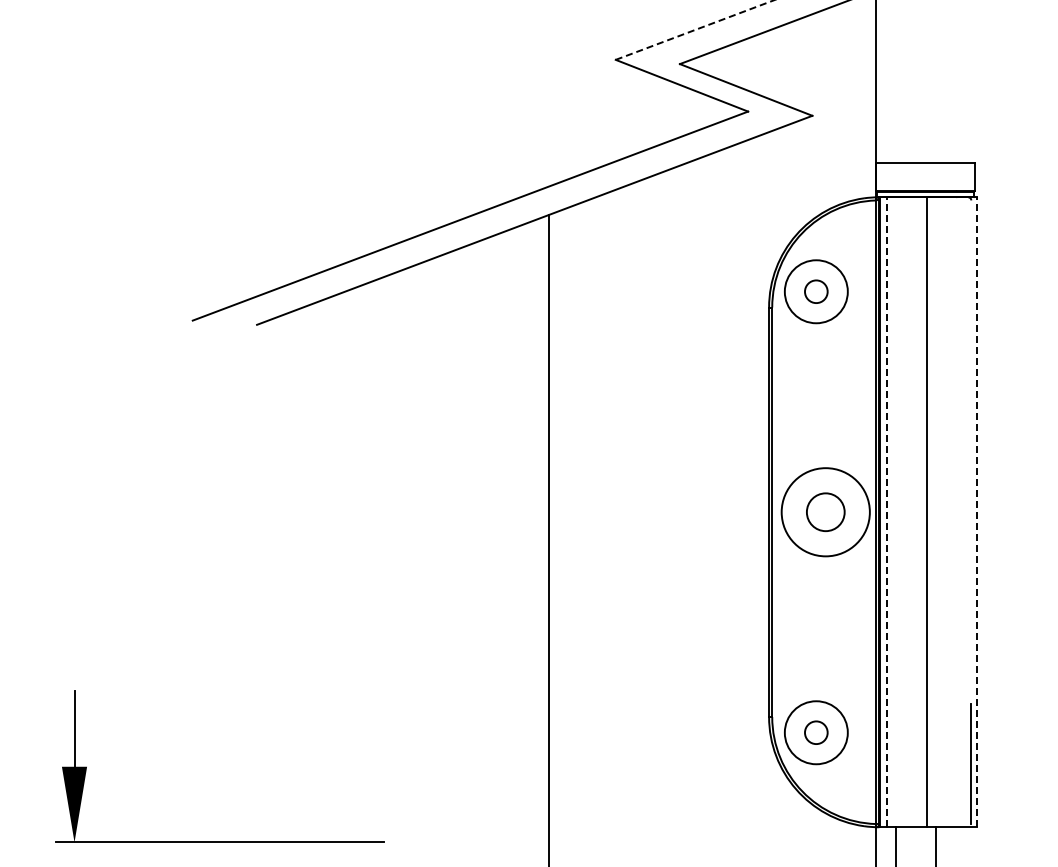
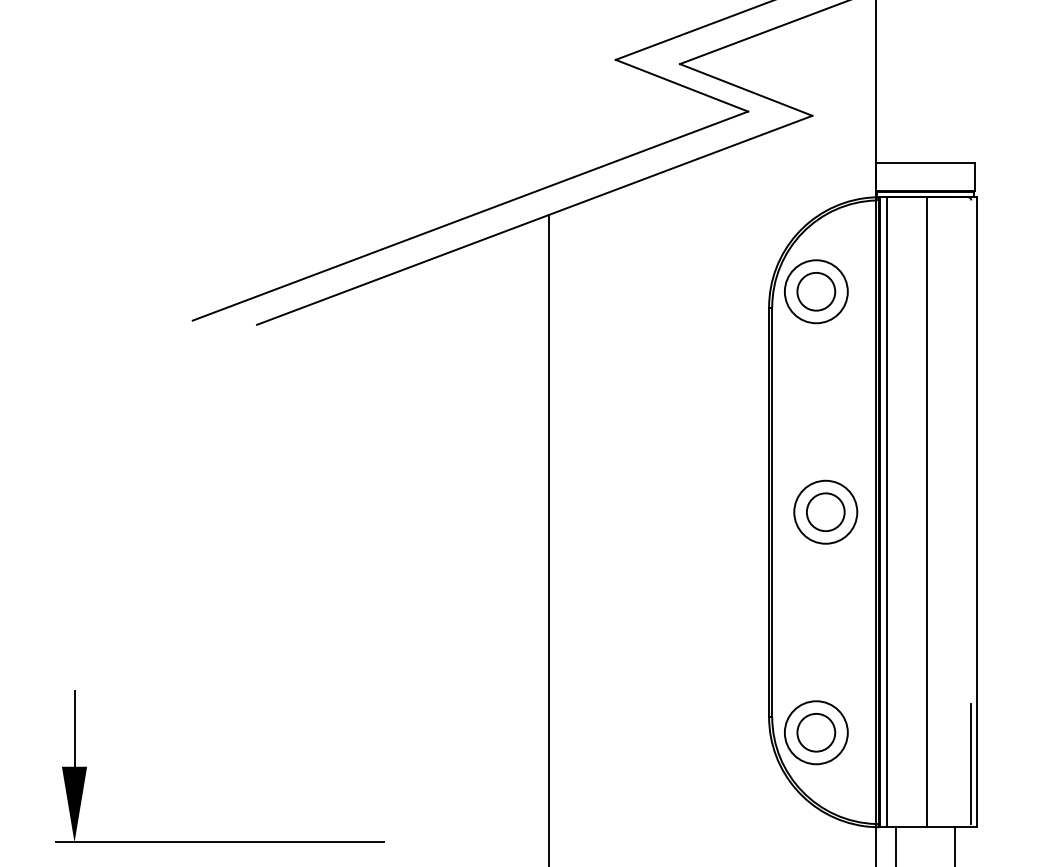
line at (695, 29): dashed -> solid
circle at (816, 291) diameter: 23 px -> 38 px
circle at (825, 512) diameter: 88 px -> 63 px
line at (886, 512): dashed -> solid
line at (977, 512): dashed -> solid
circle at (816, 732) diameter: 23 px -> 38 px
line at (936, 845) position: (936, 845) -> (955, 845)
